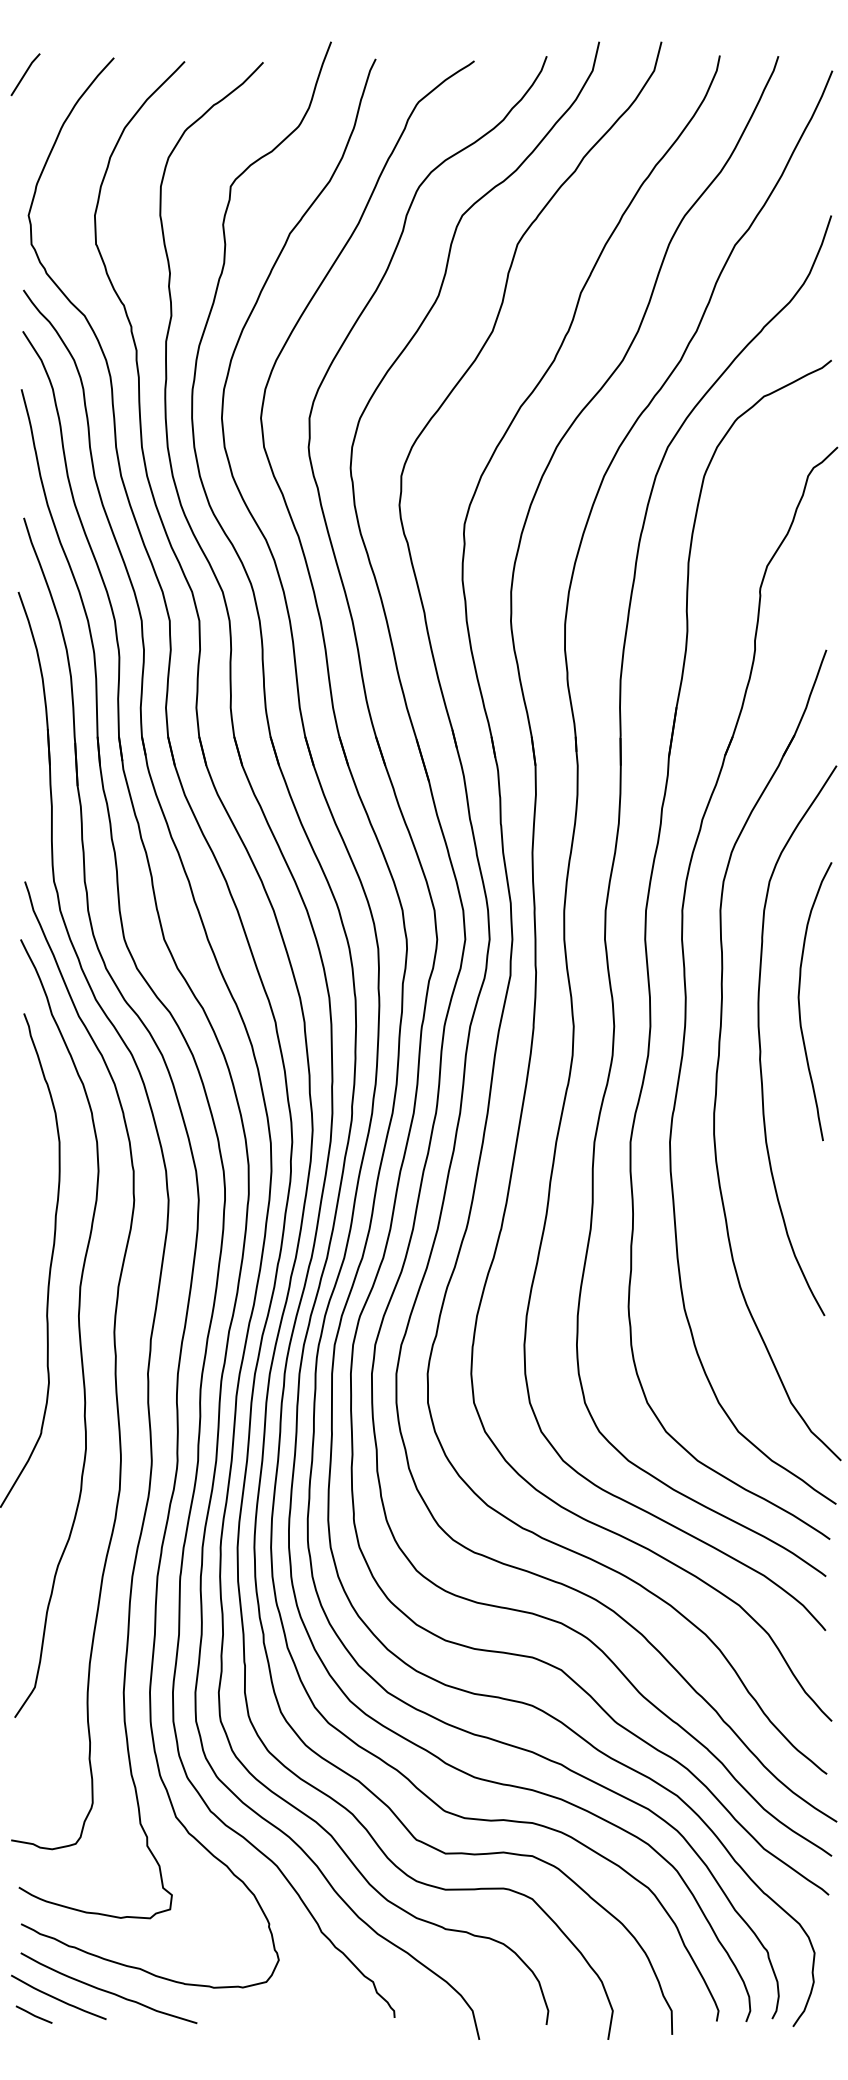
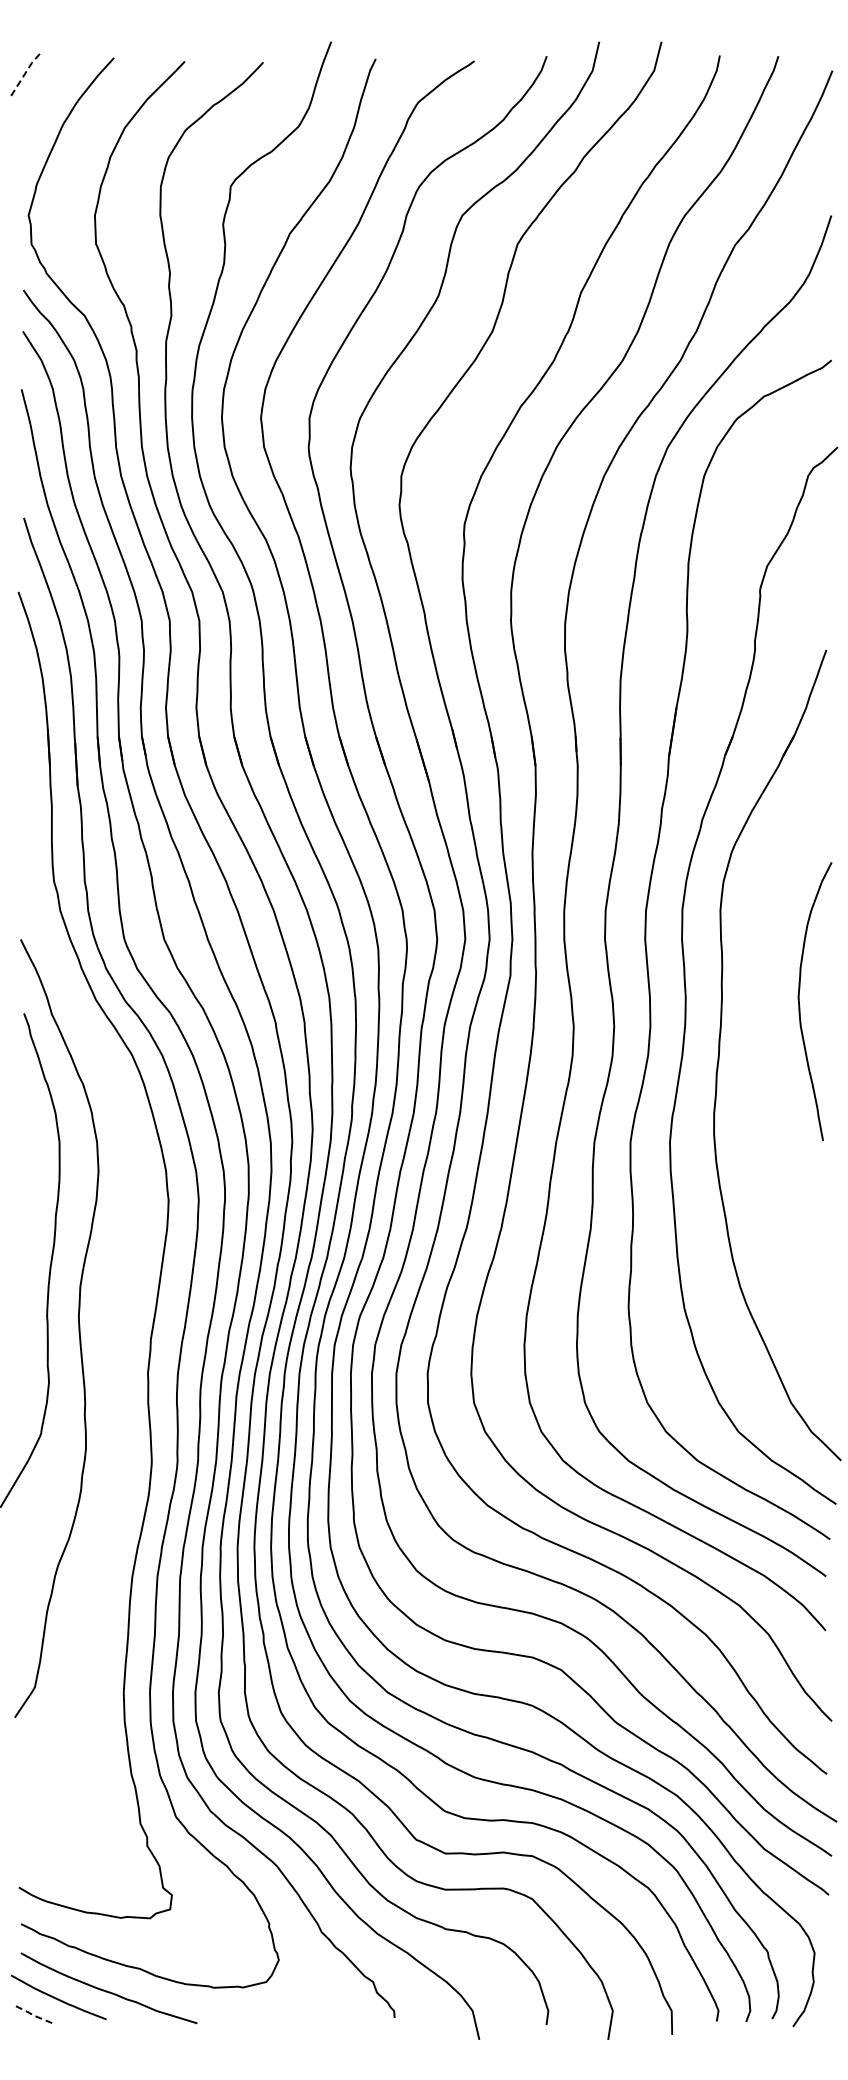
line at (25, 73): solid -> dashed
curve at (761, 1048): present -> none
curve at (114, 1365): present -> none
line at (34, 2015): solid -> dashed
